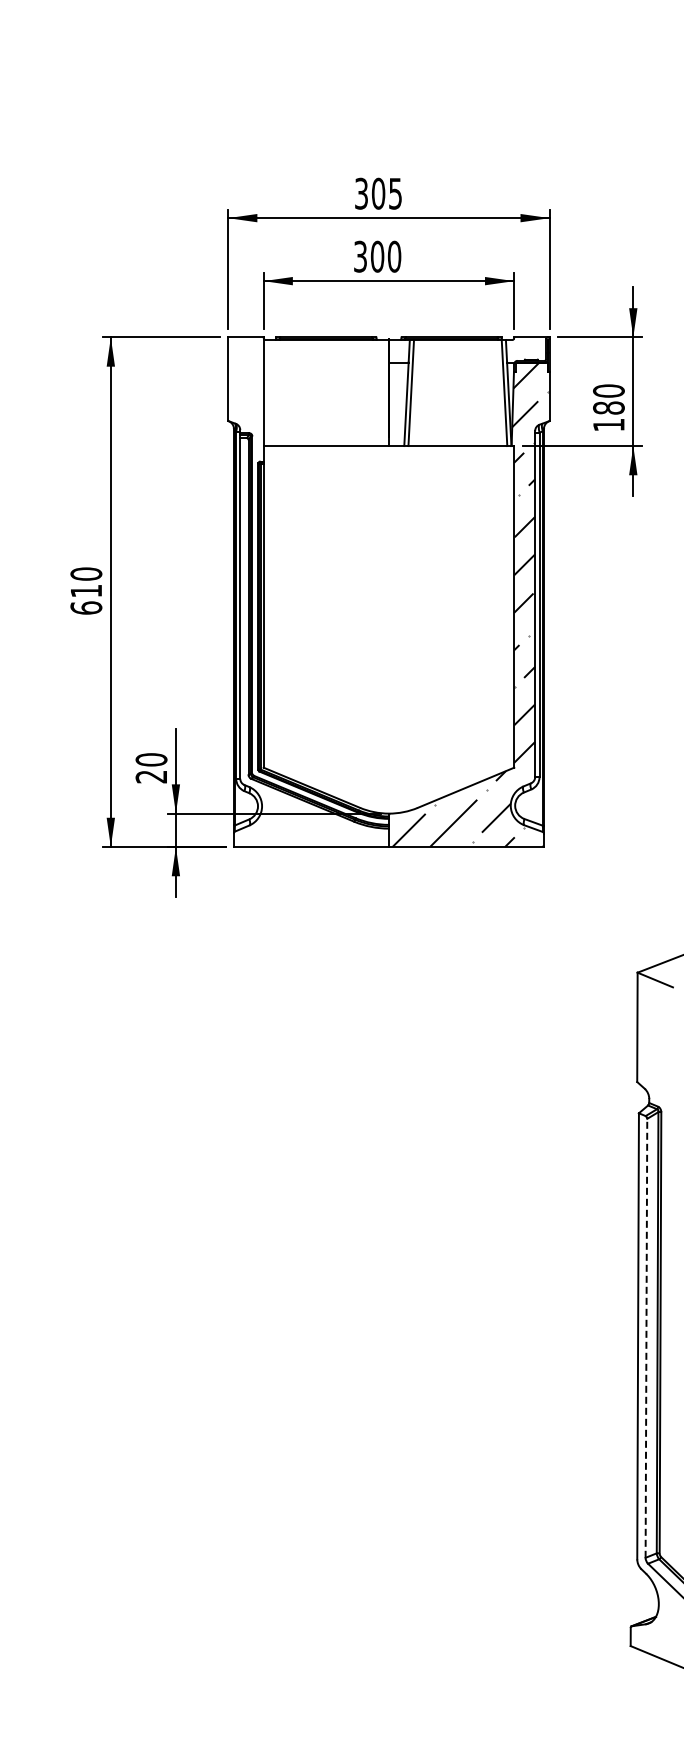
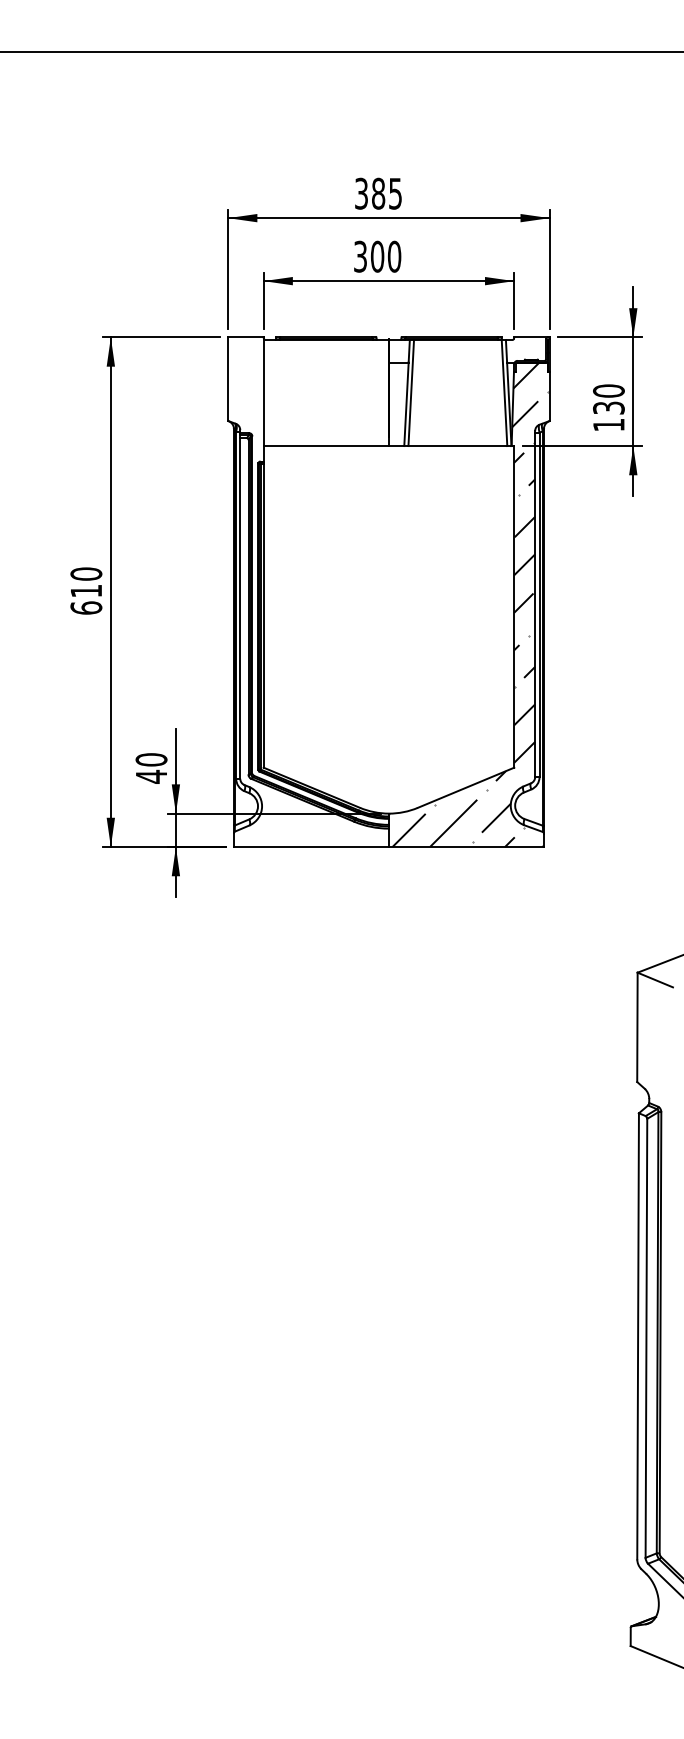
line at (341, 52): none -> present
text at (378, 193): 305 -> 385
text at (608, 407): 180 -> 130
text at (150, 776): 20 -> 40
line at (646, 1337): dashed -> solid
